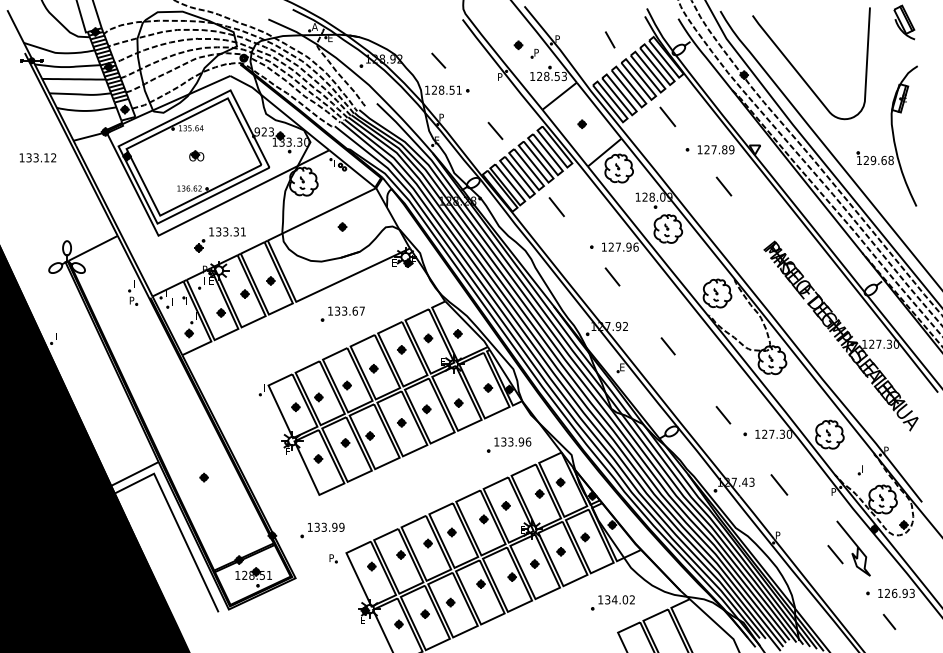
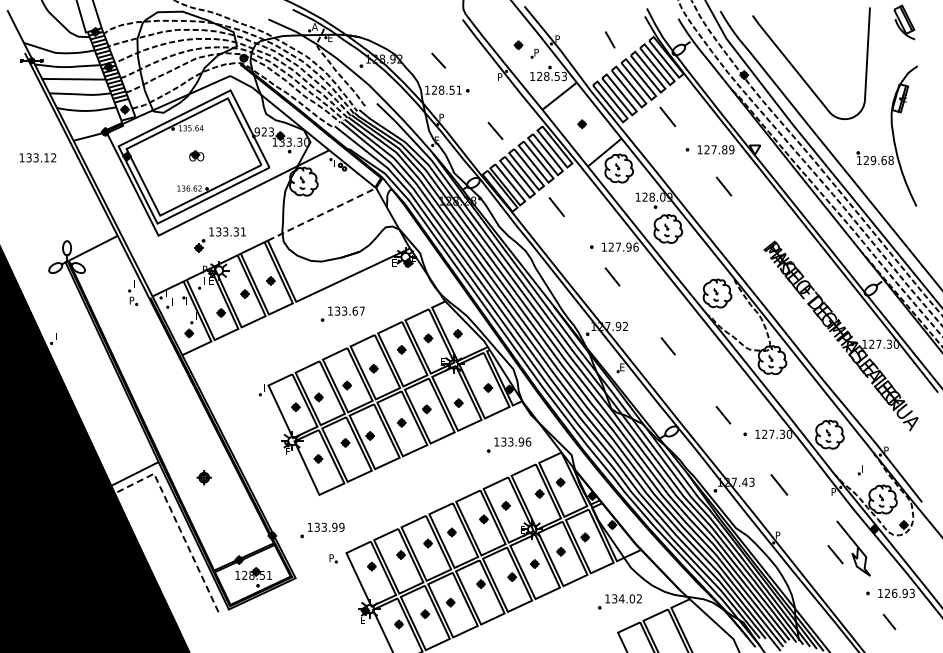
line at (322, 214): solid -> dashed
part at (342, 226): present -> none
part at (203, 477) size: 10x11 px -> 16x16 px
line at (176, 521): solid -> dashed
part at (612, 602) position: (612, 602) -> (619, 601)
